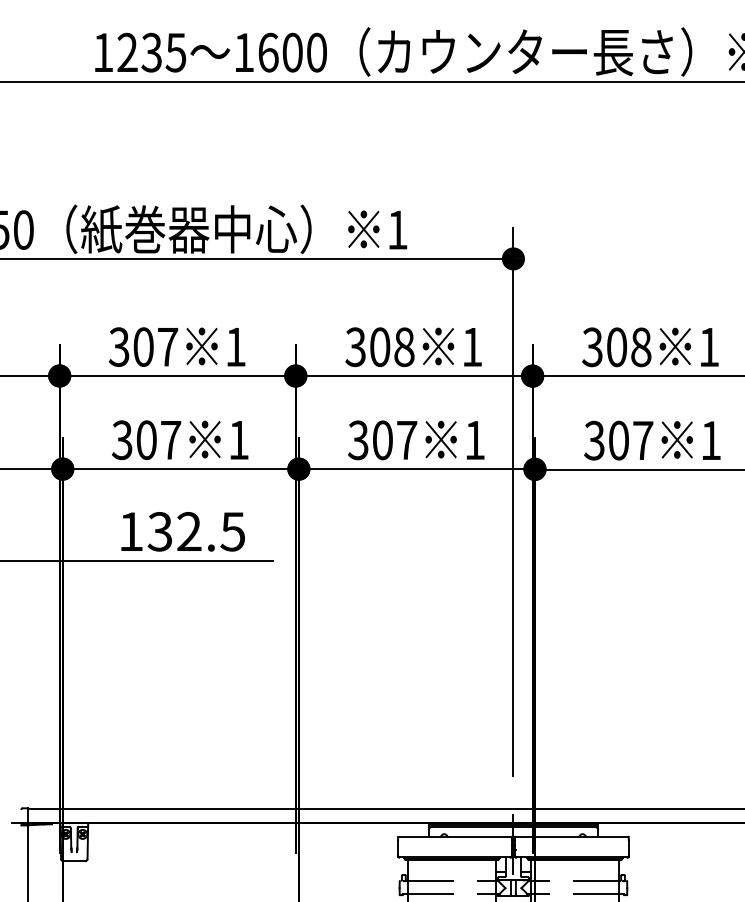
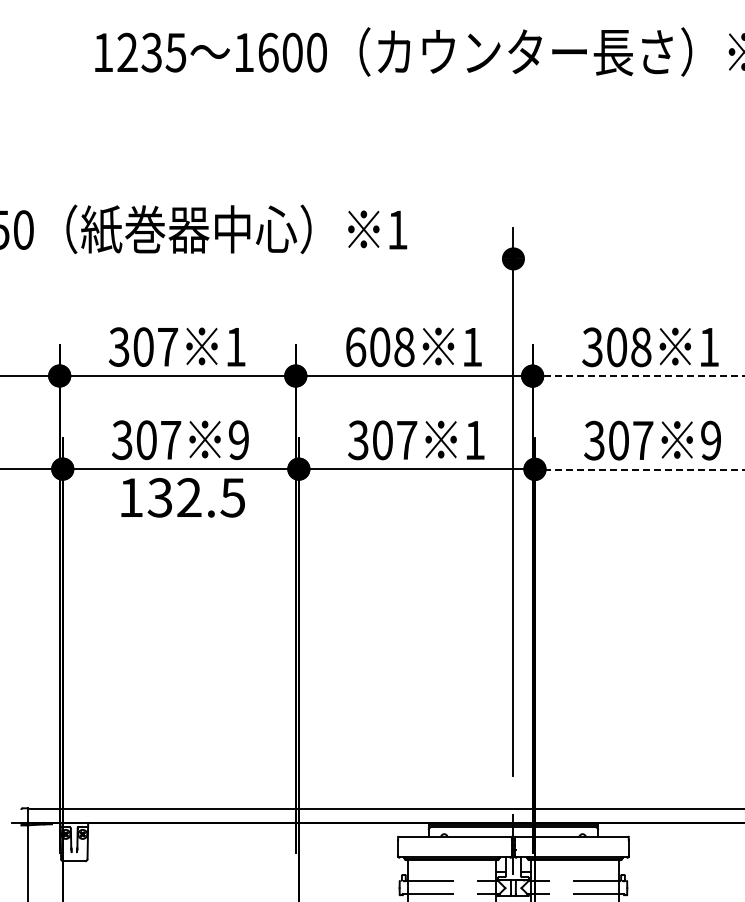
line at (371, 81): present -> none
line at (257, 258): present -> none
text at (355, 347): 308 -> 608
line at (638, 376): solid -> dashed
text at (238, 440): 1 -> 9
text at (710, 440): 1 -> 9
line at (639, 469): solid -> dashed
text at (182, 531) position: (182, 531) -> (182, 497)
line at (137, 560): present -> none
